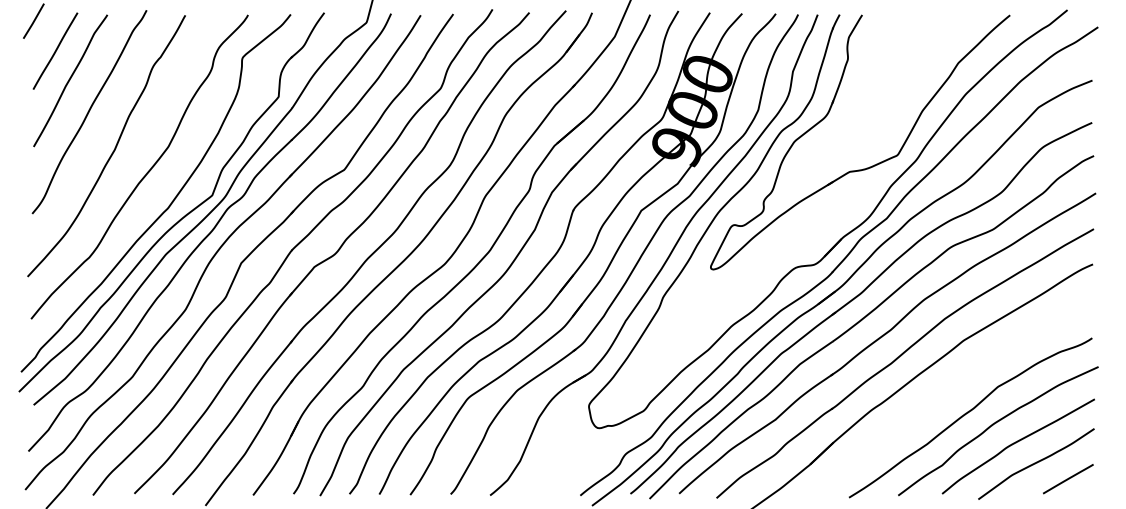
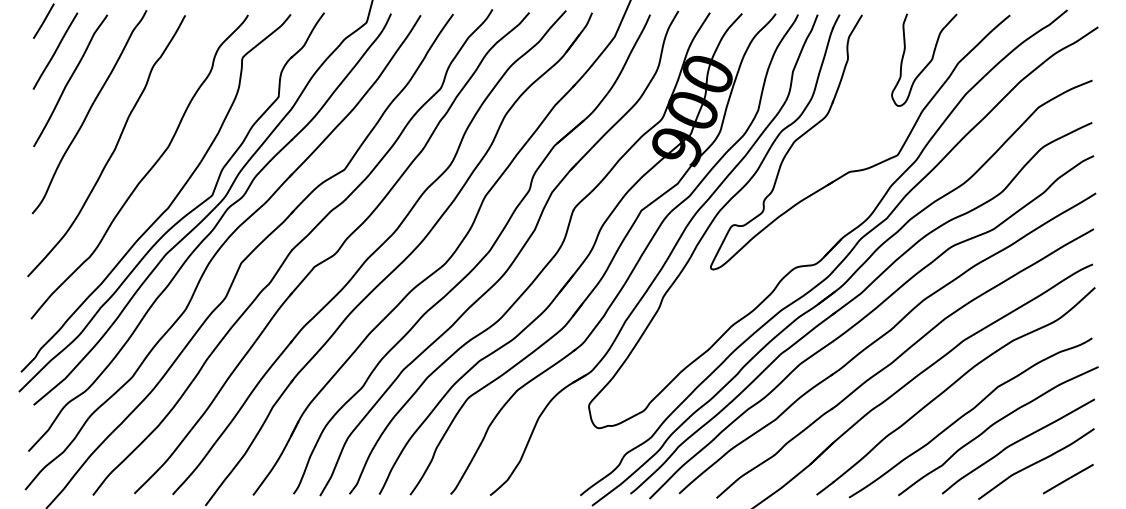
line at (33, 20) position: (33, 20) -> (43, 20)
curve at (928, 62): none -> present
part at (951, 386): none -> present
